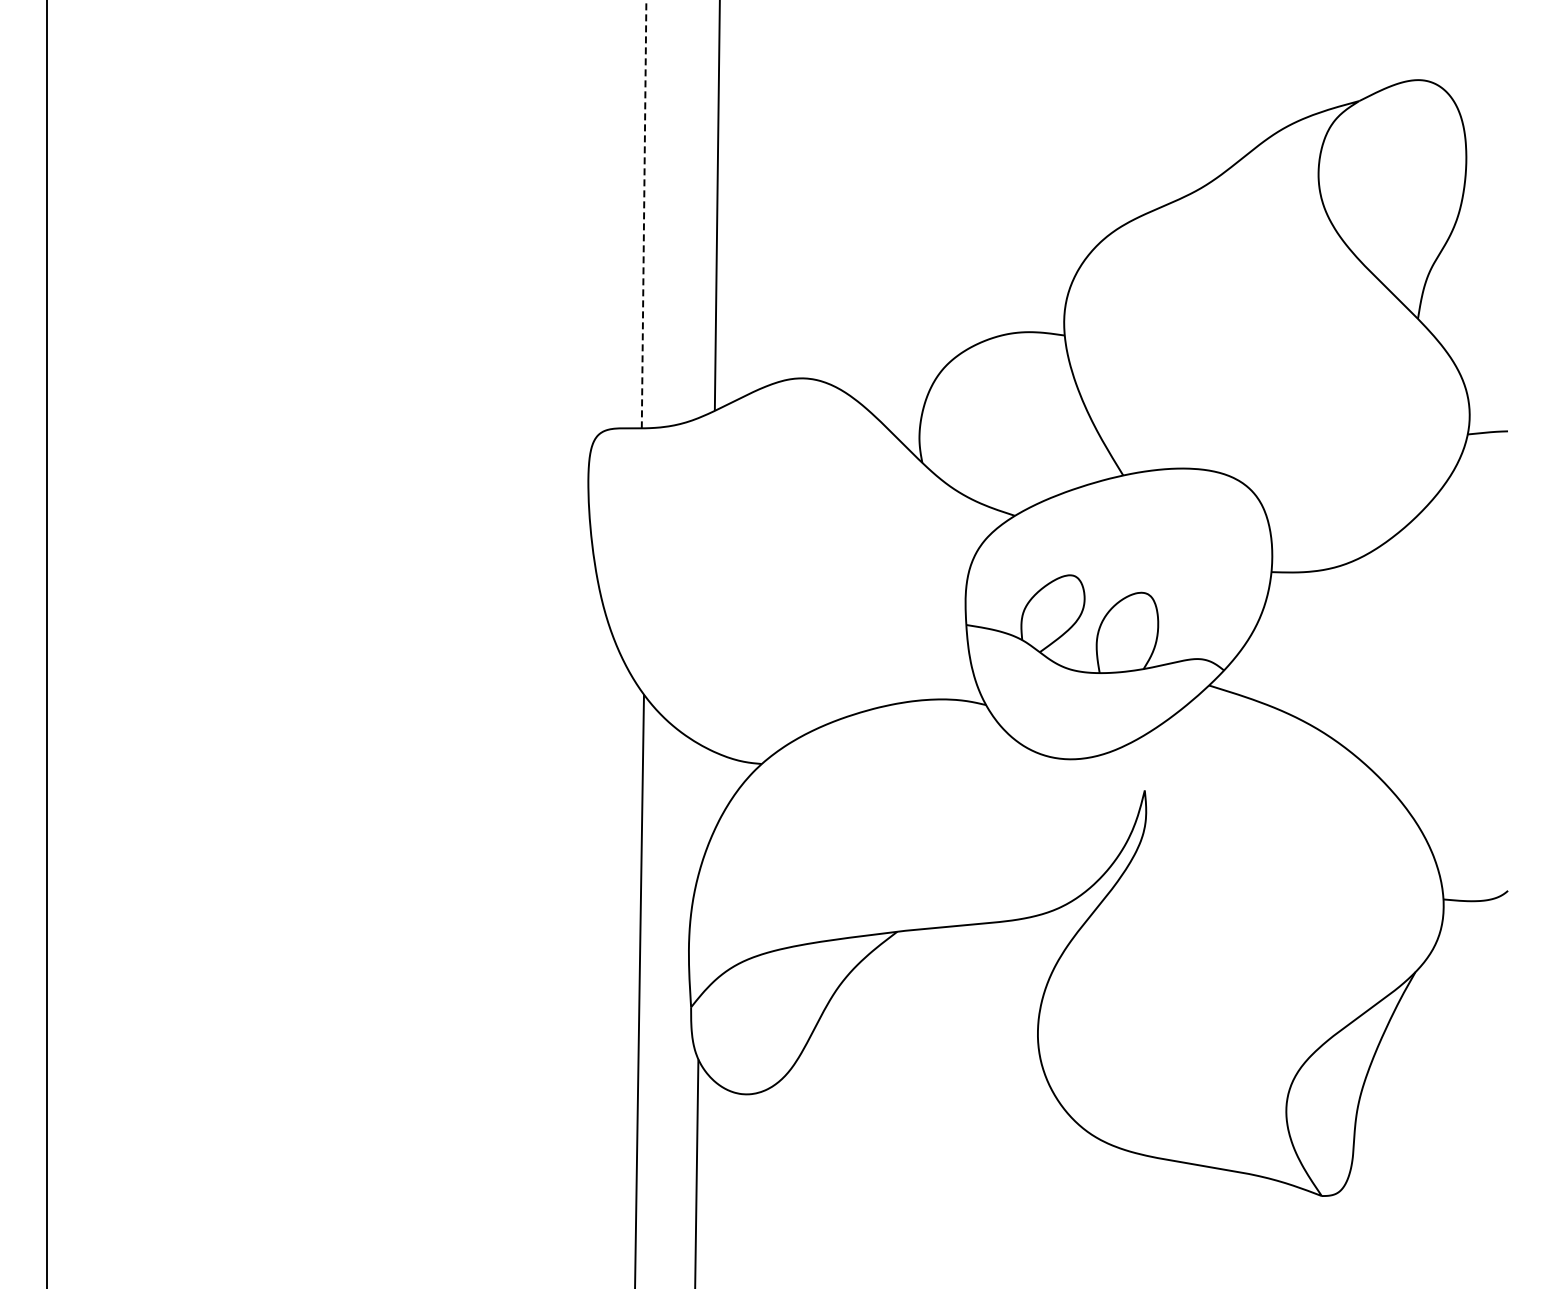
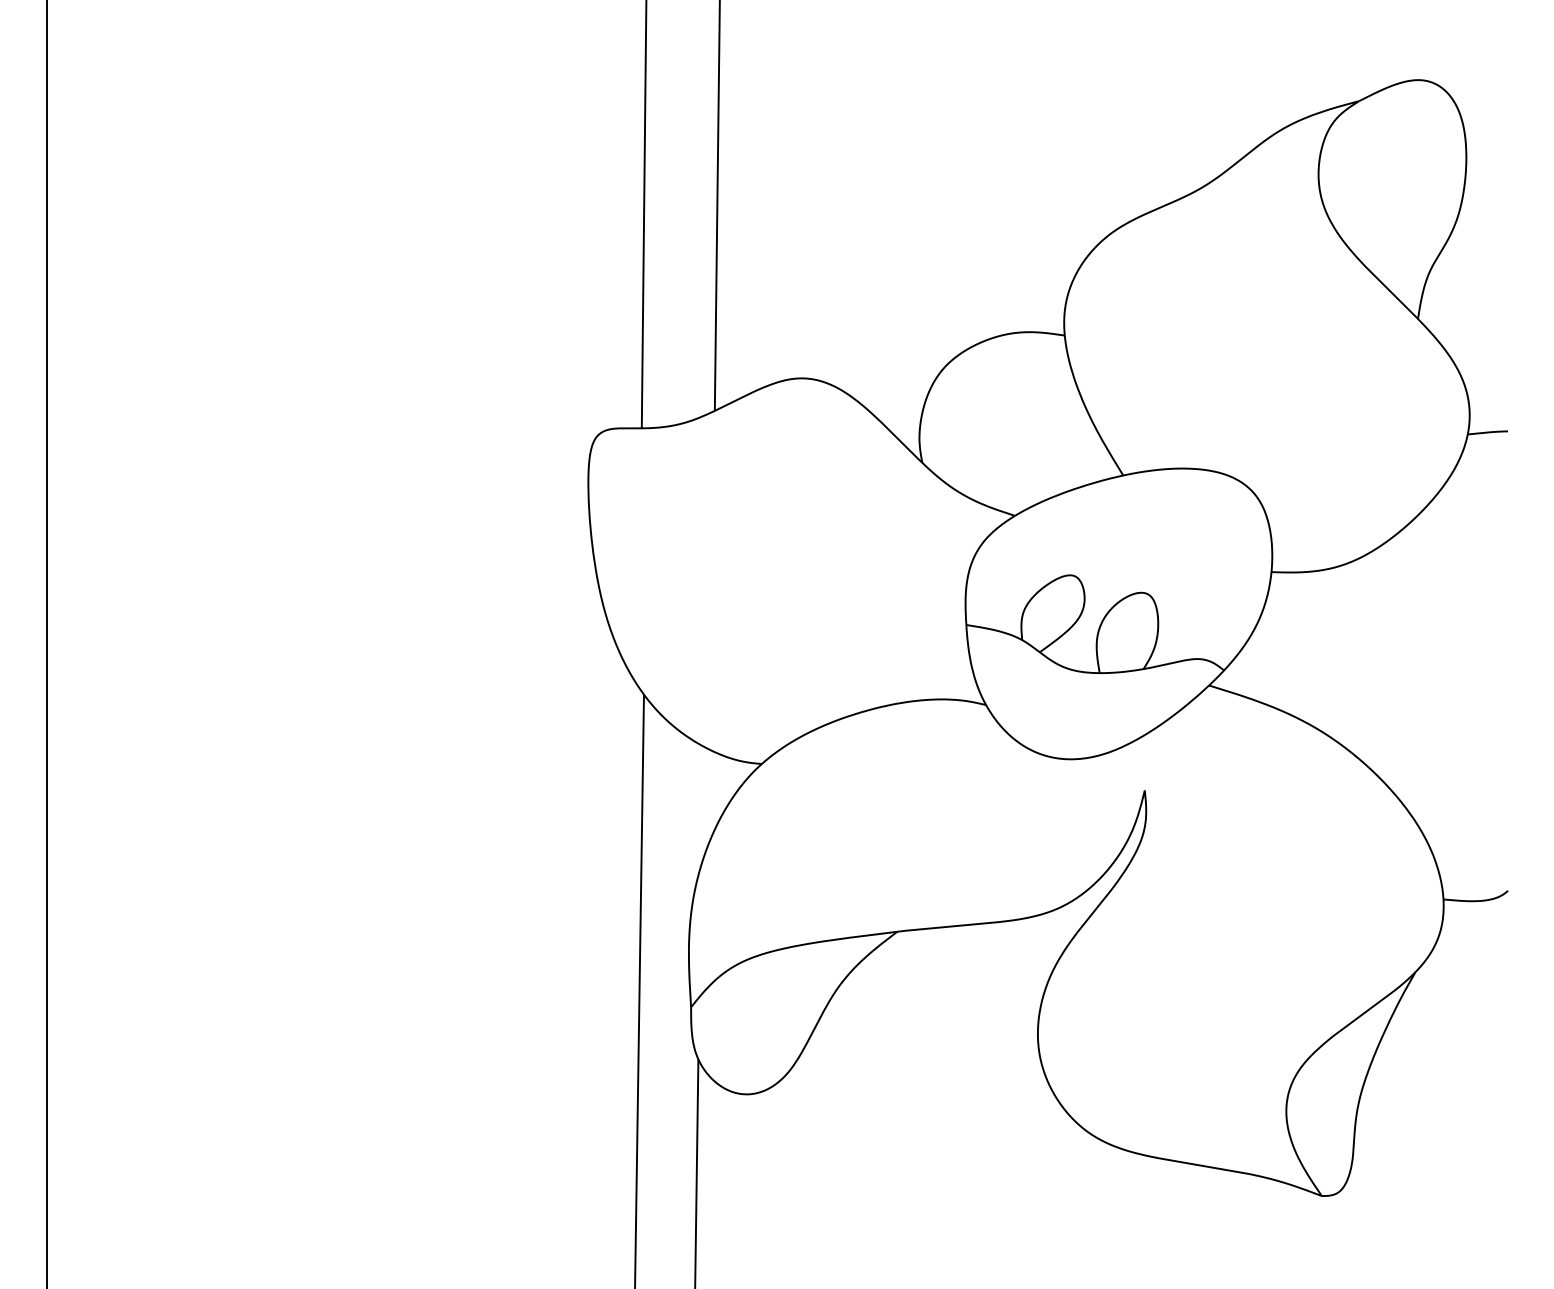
line at (644, 214): dashed -> solid
